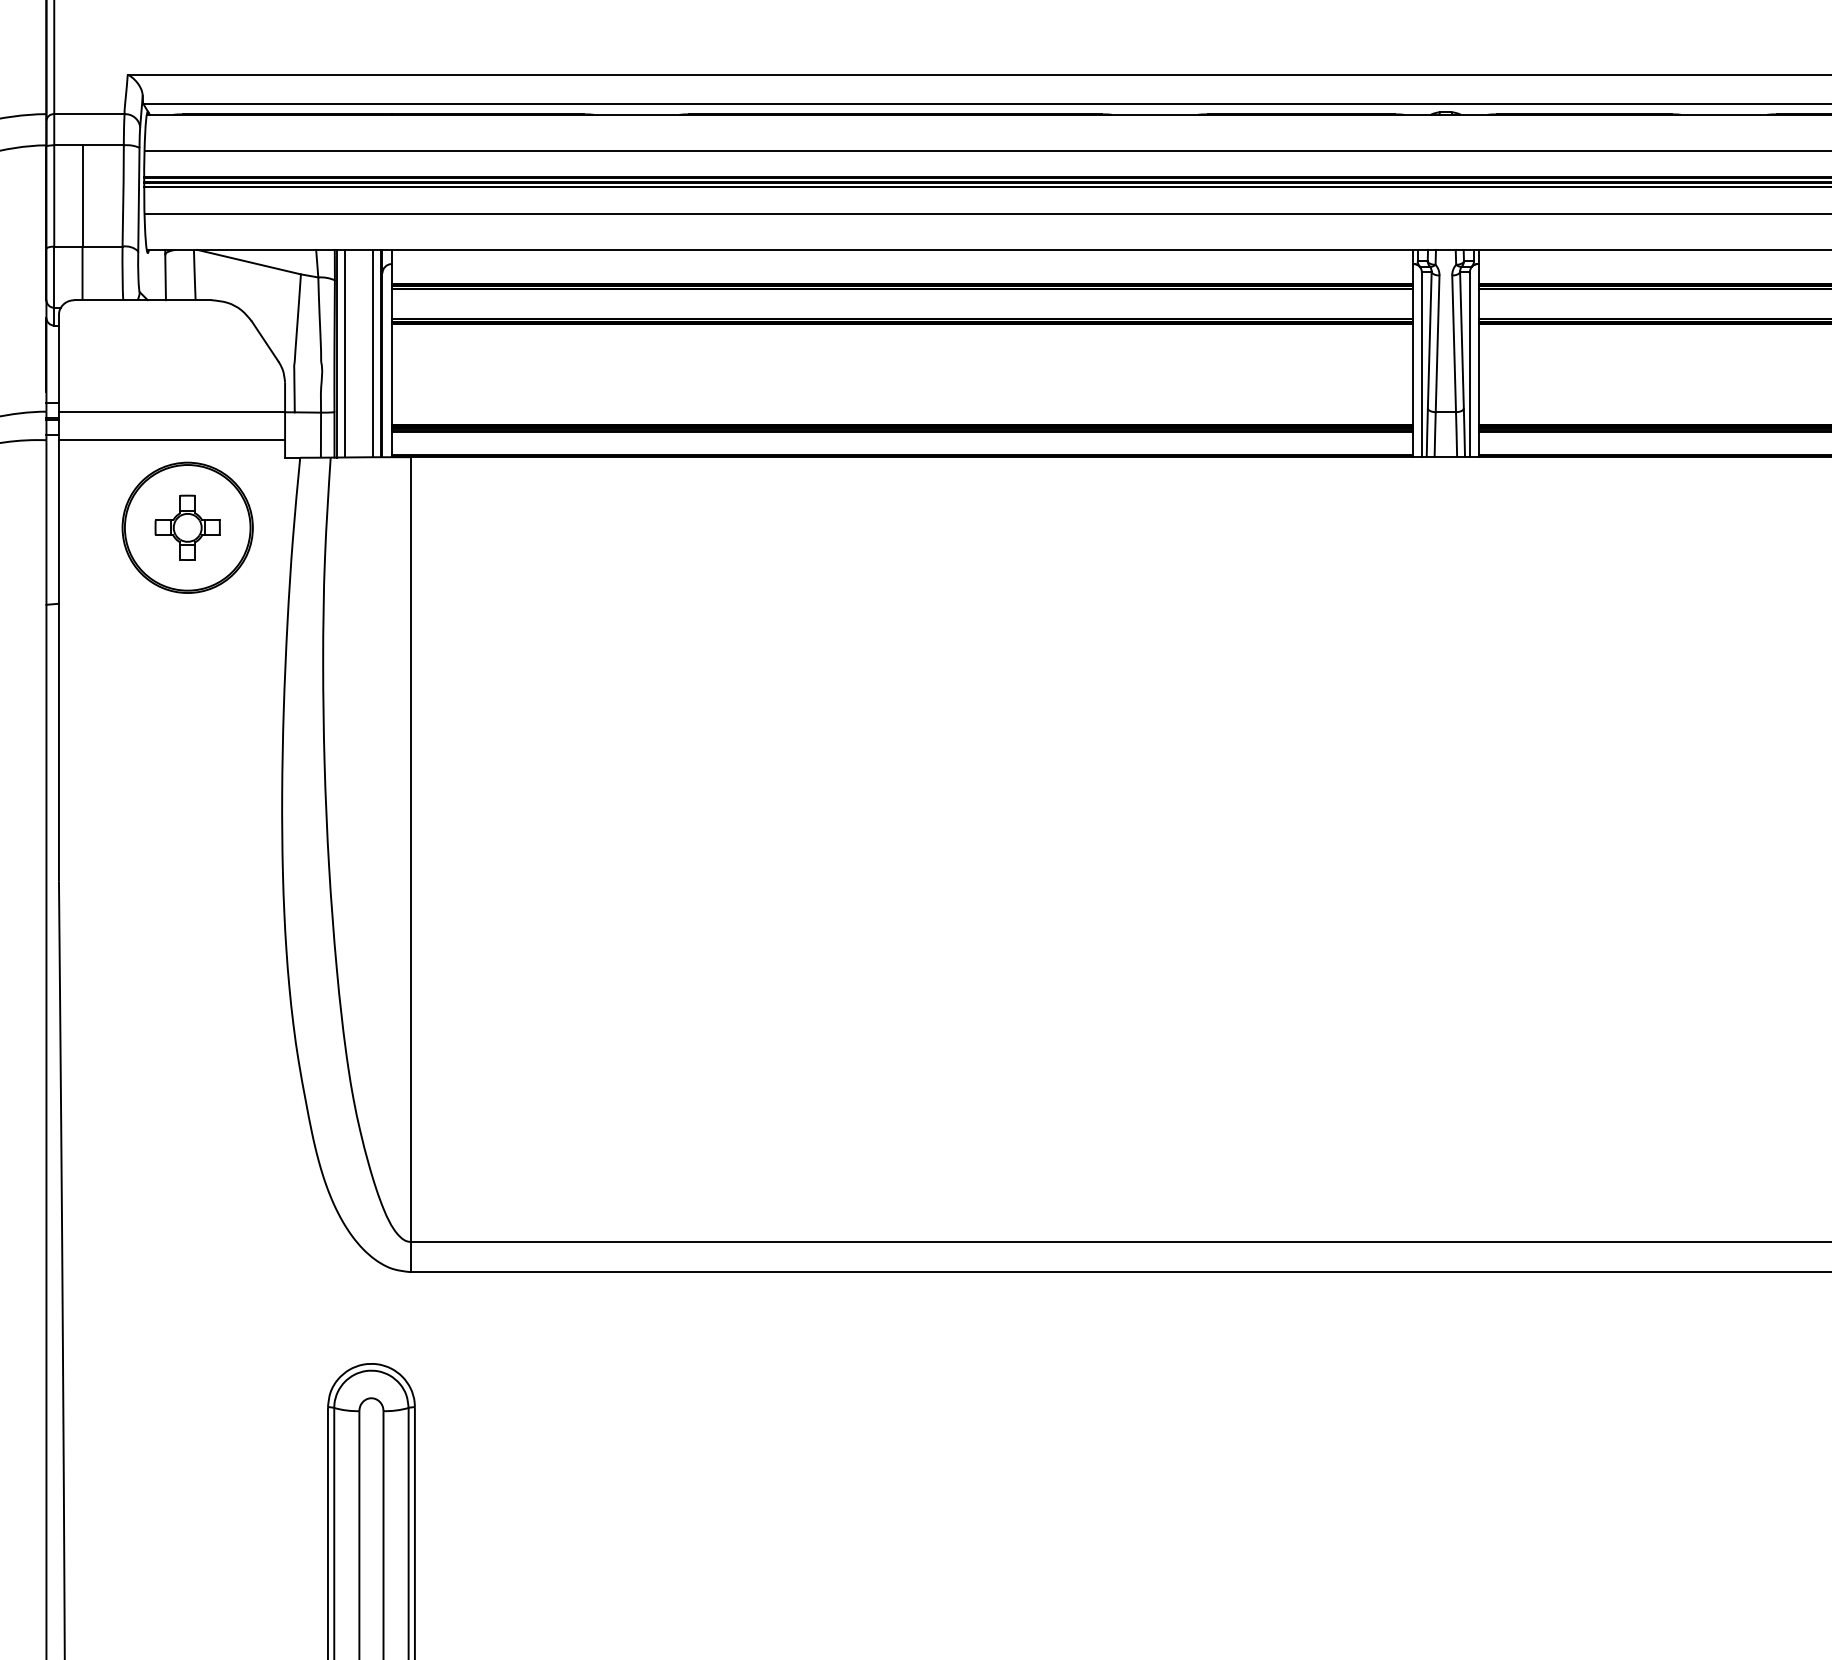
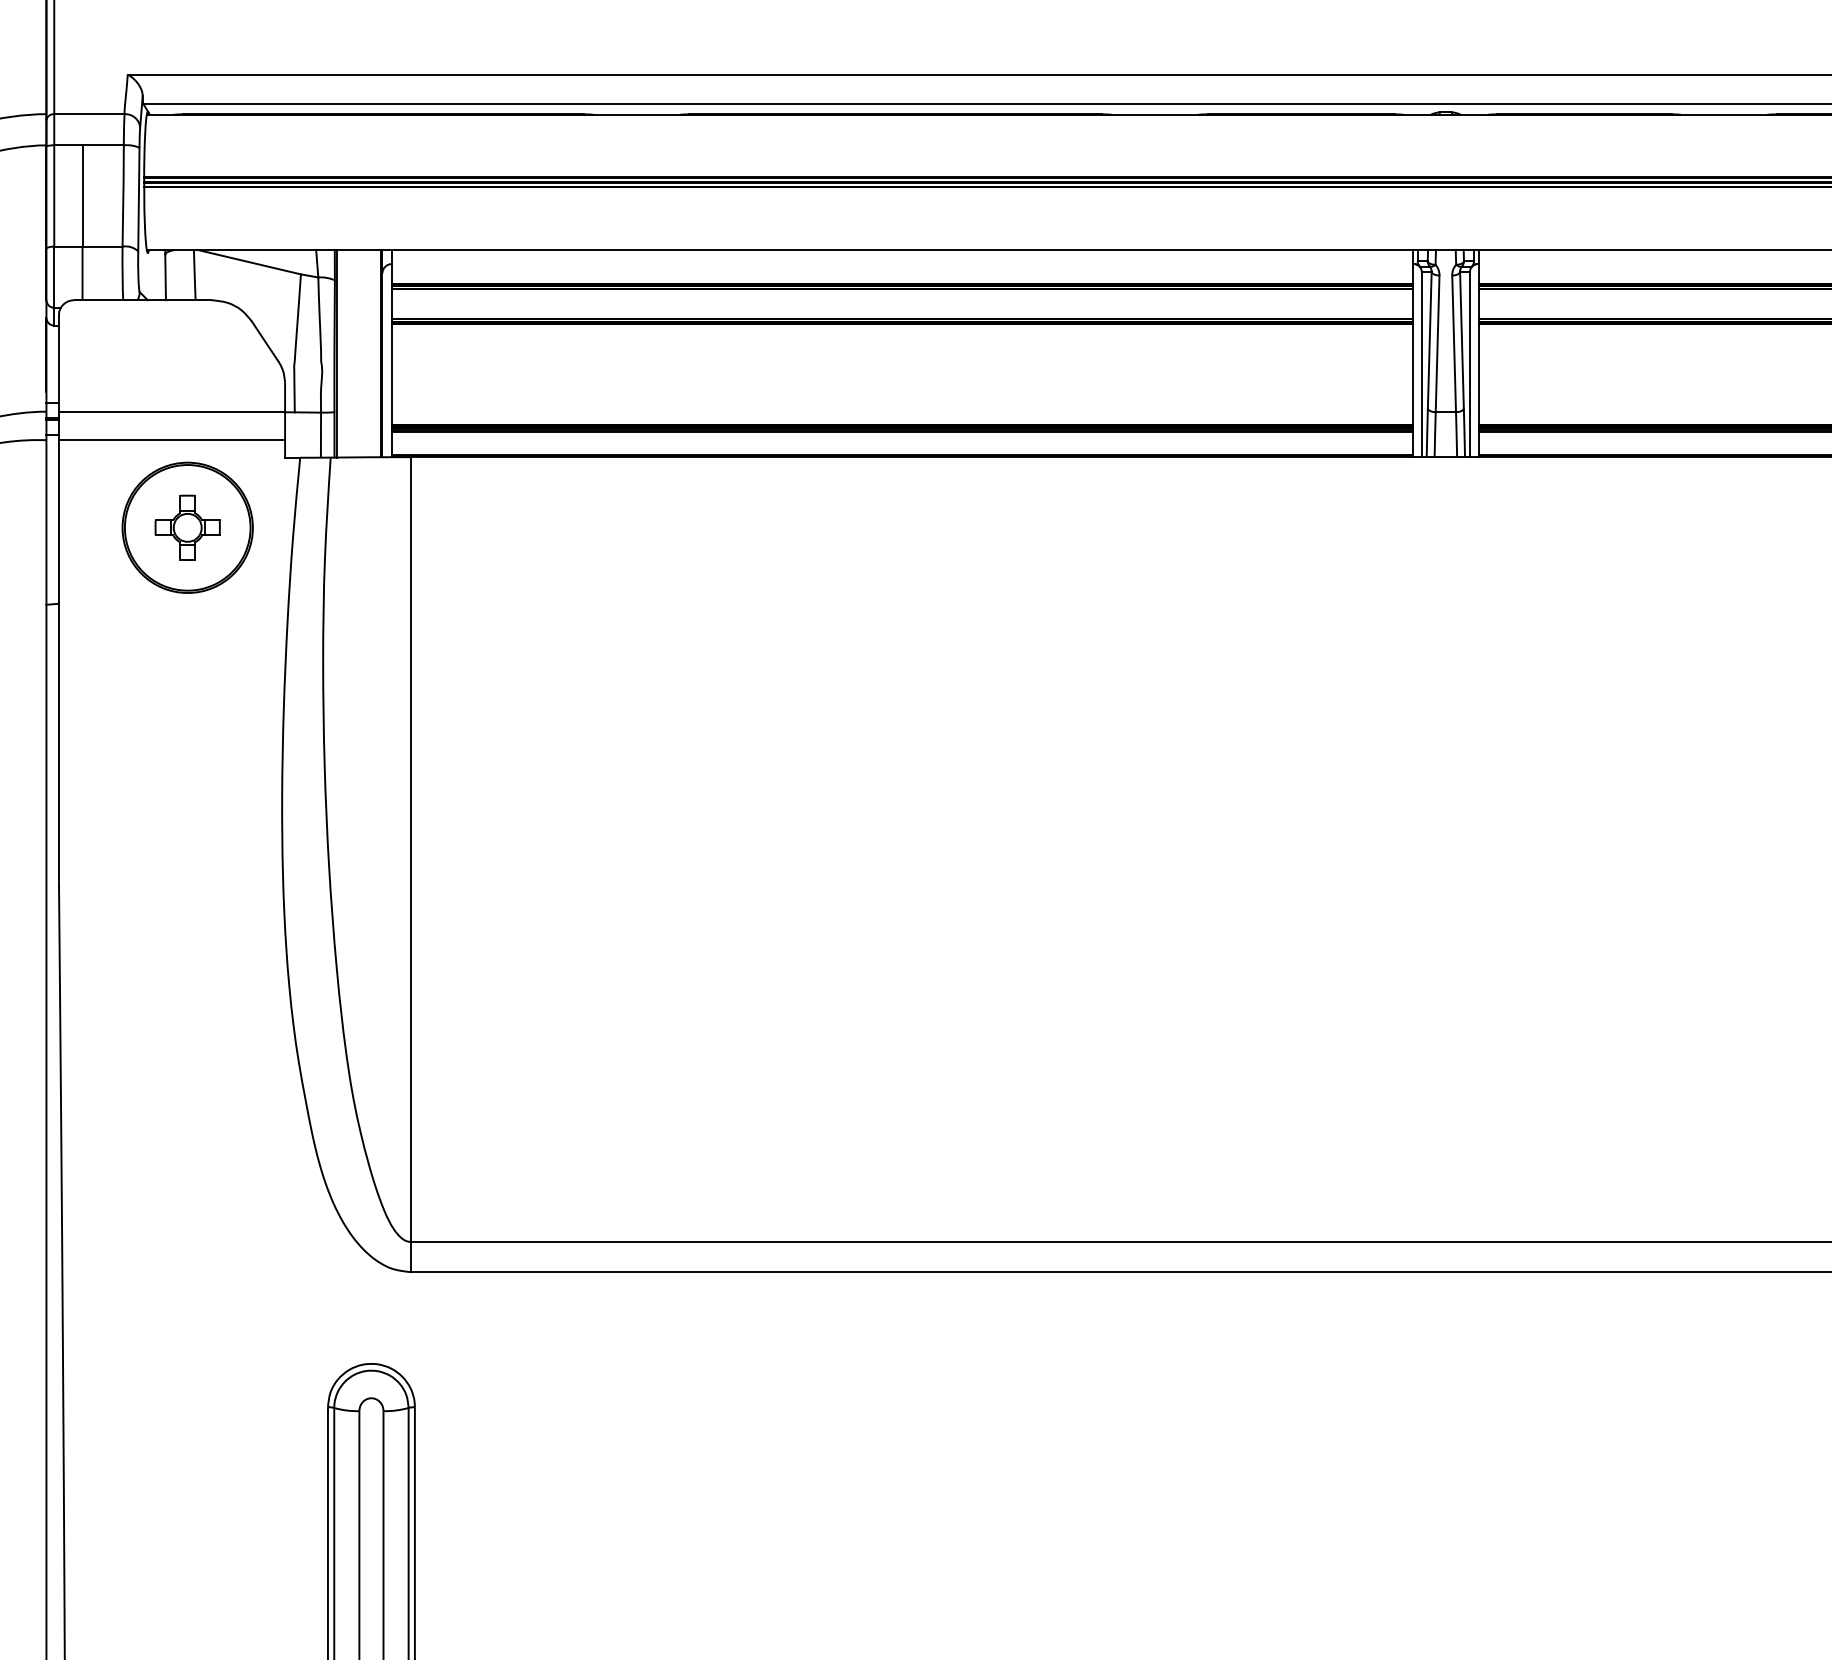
line at (986, 150): present -> none
line at (986, 213): present -> none
line at (344, 353): present -> none
line at (373, 353): present -> none
